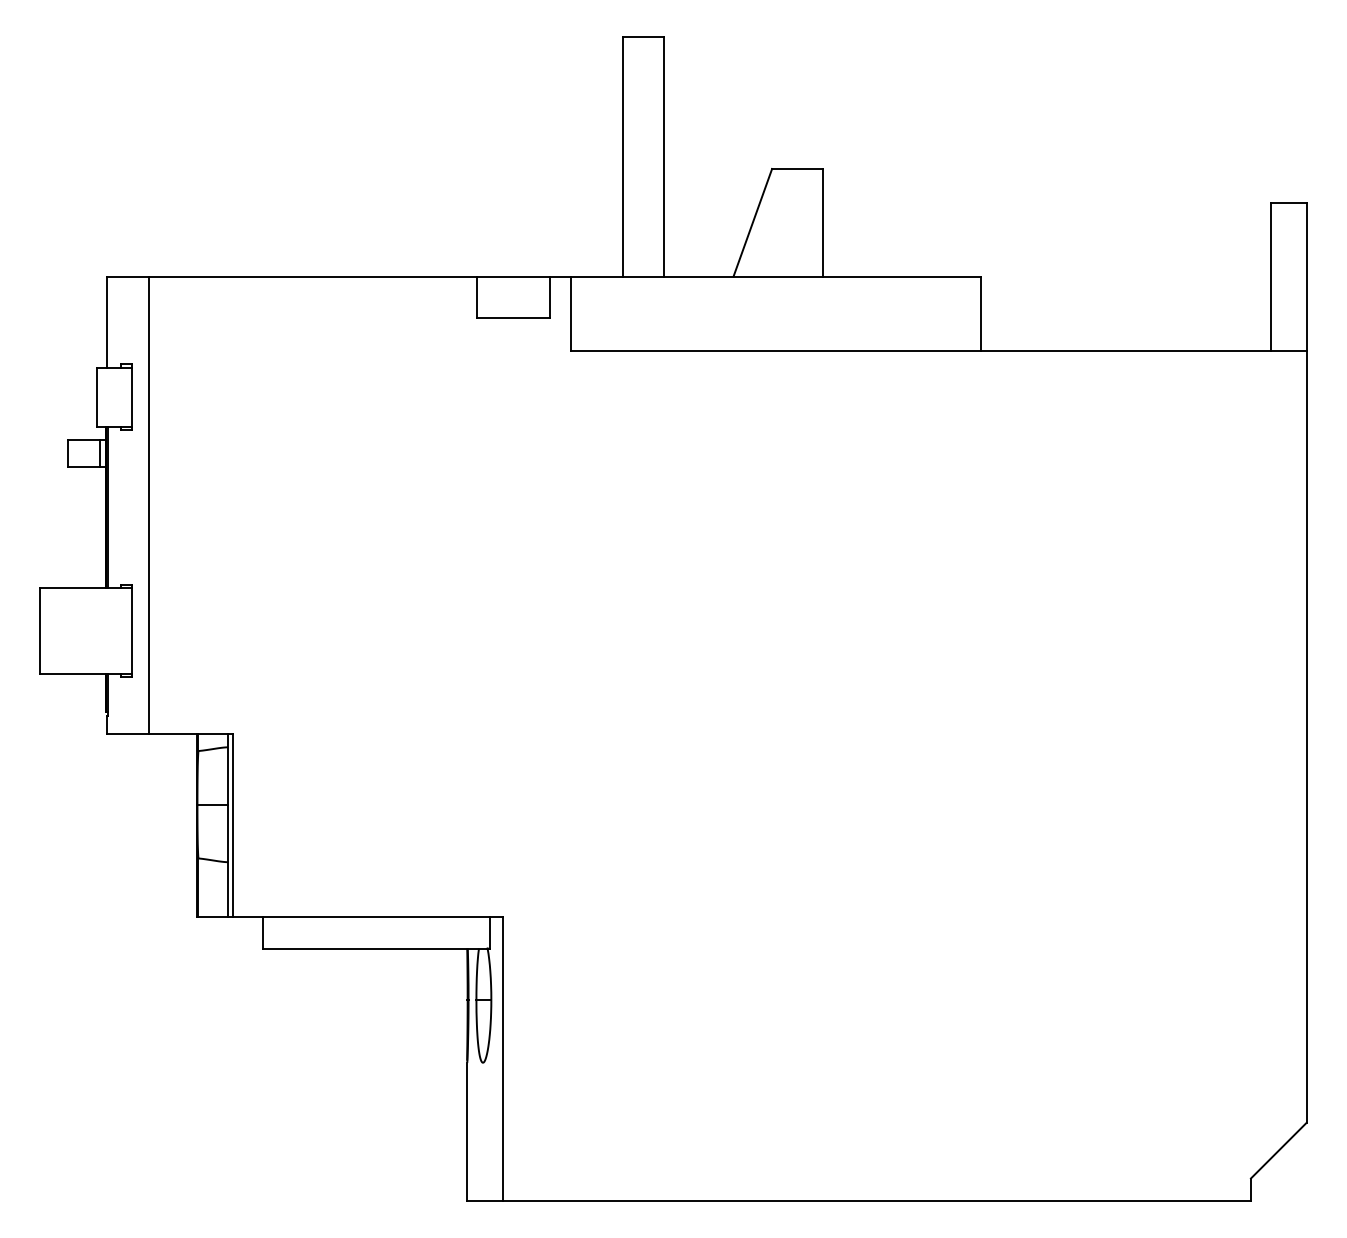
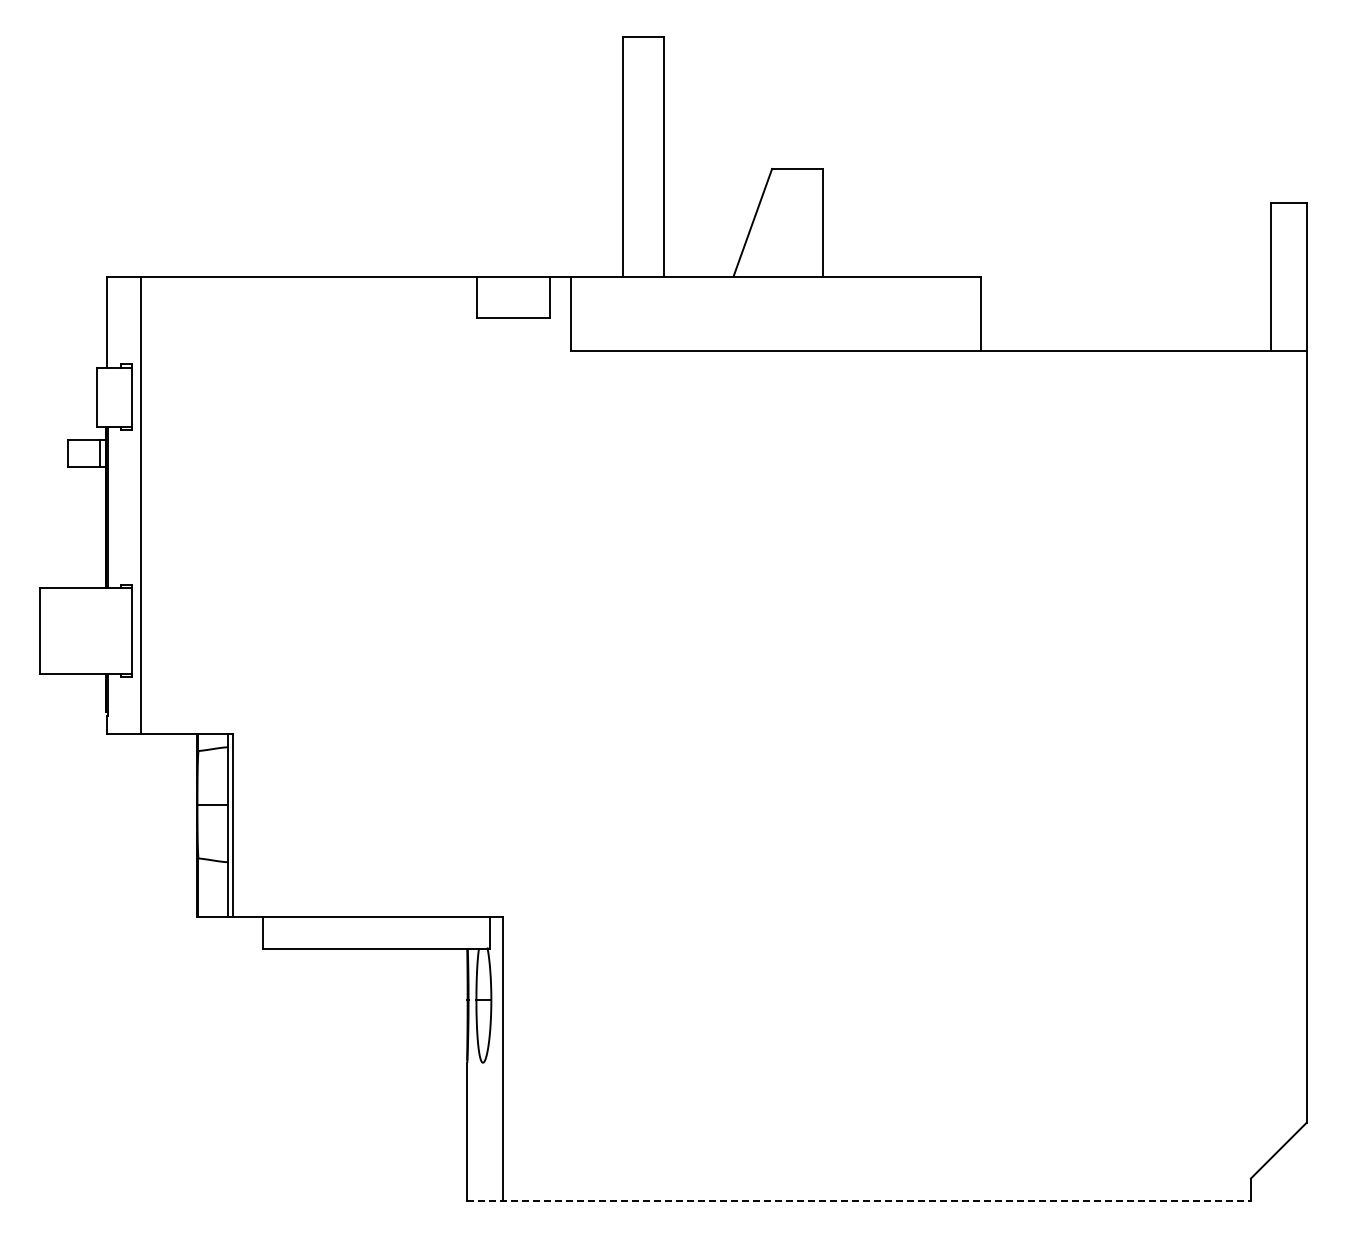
line at (149, 505) position: (149, 505) -> (141, 505)
line at (859, 1200): solid -> dashed
